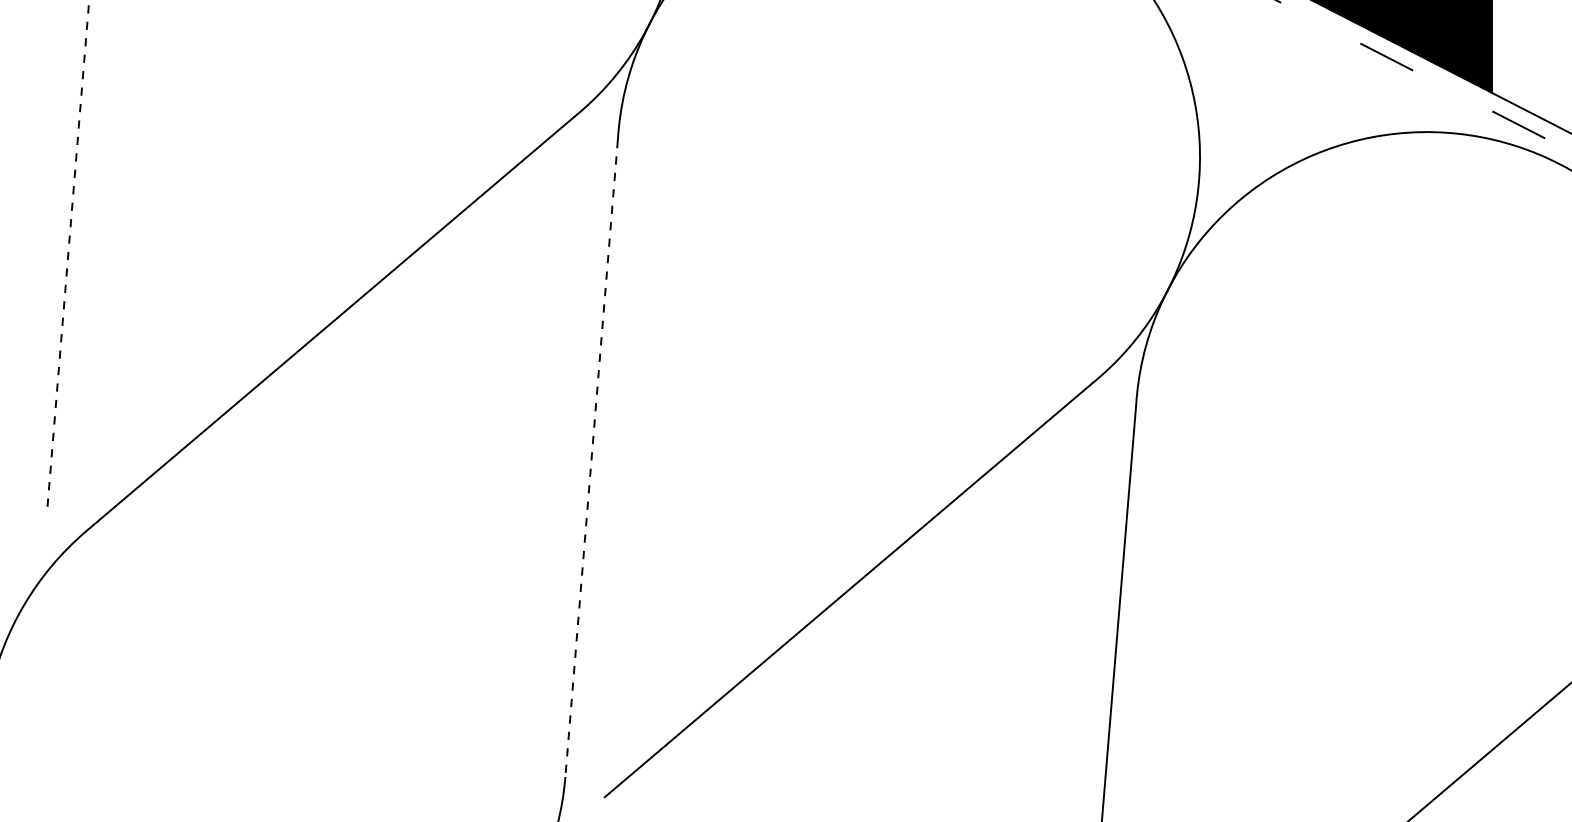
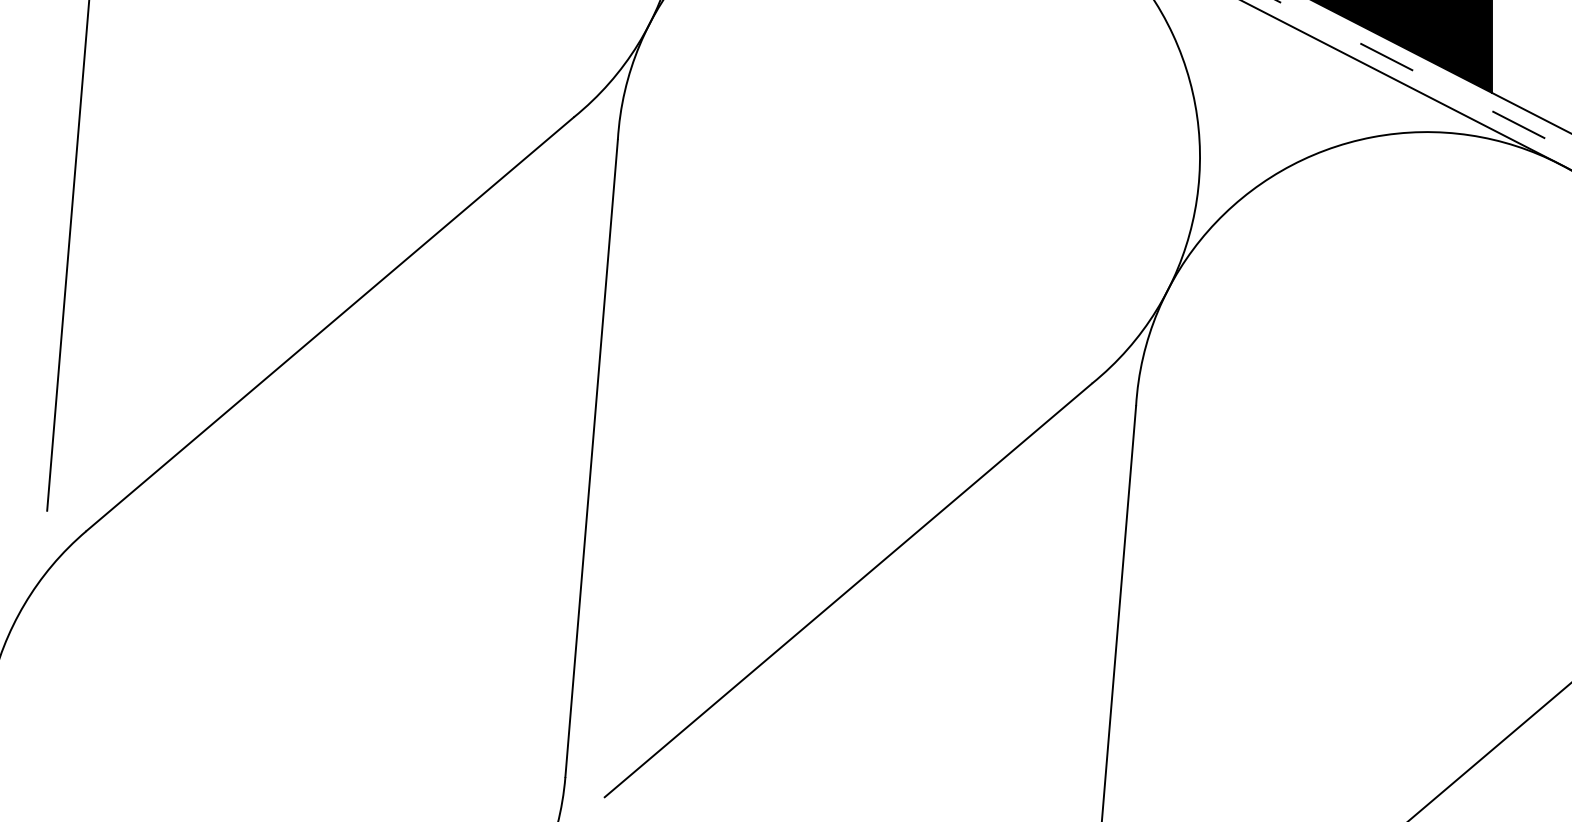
line at (1406, 85): none -> present
line at (68, 255): dashed -> solid
line at (591, 458): dashed -> solid
